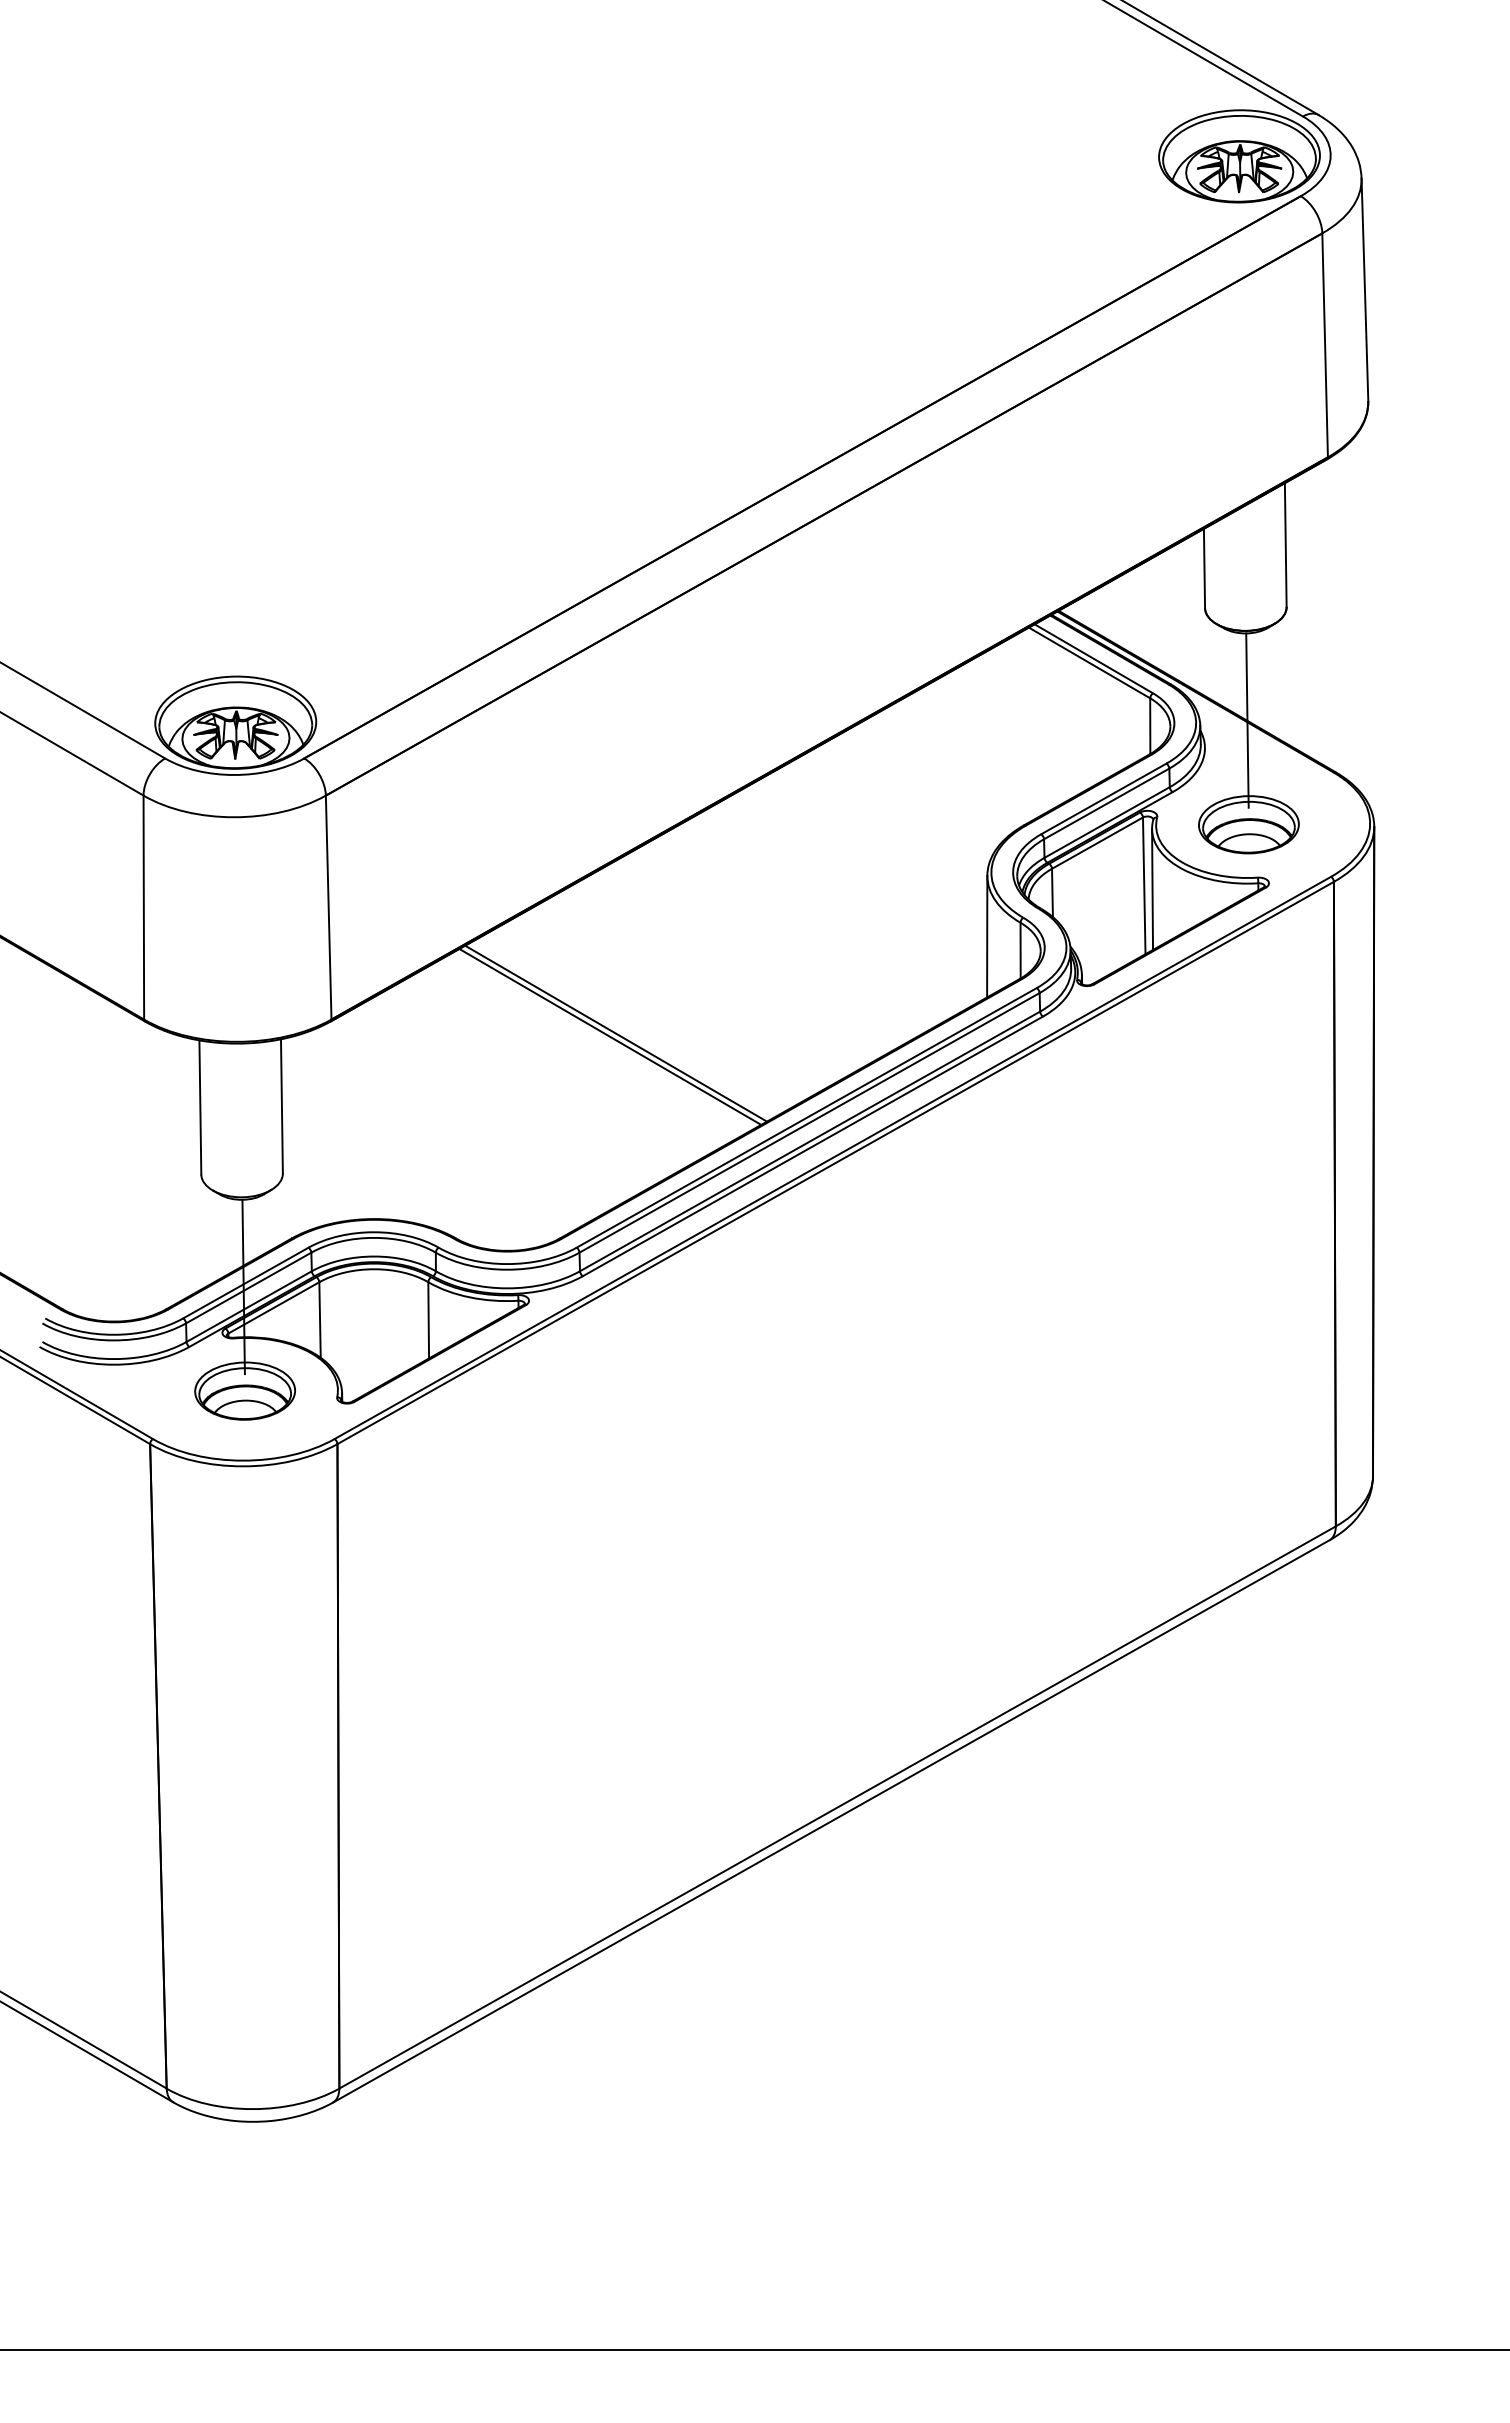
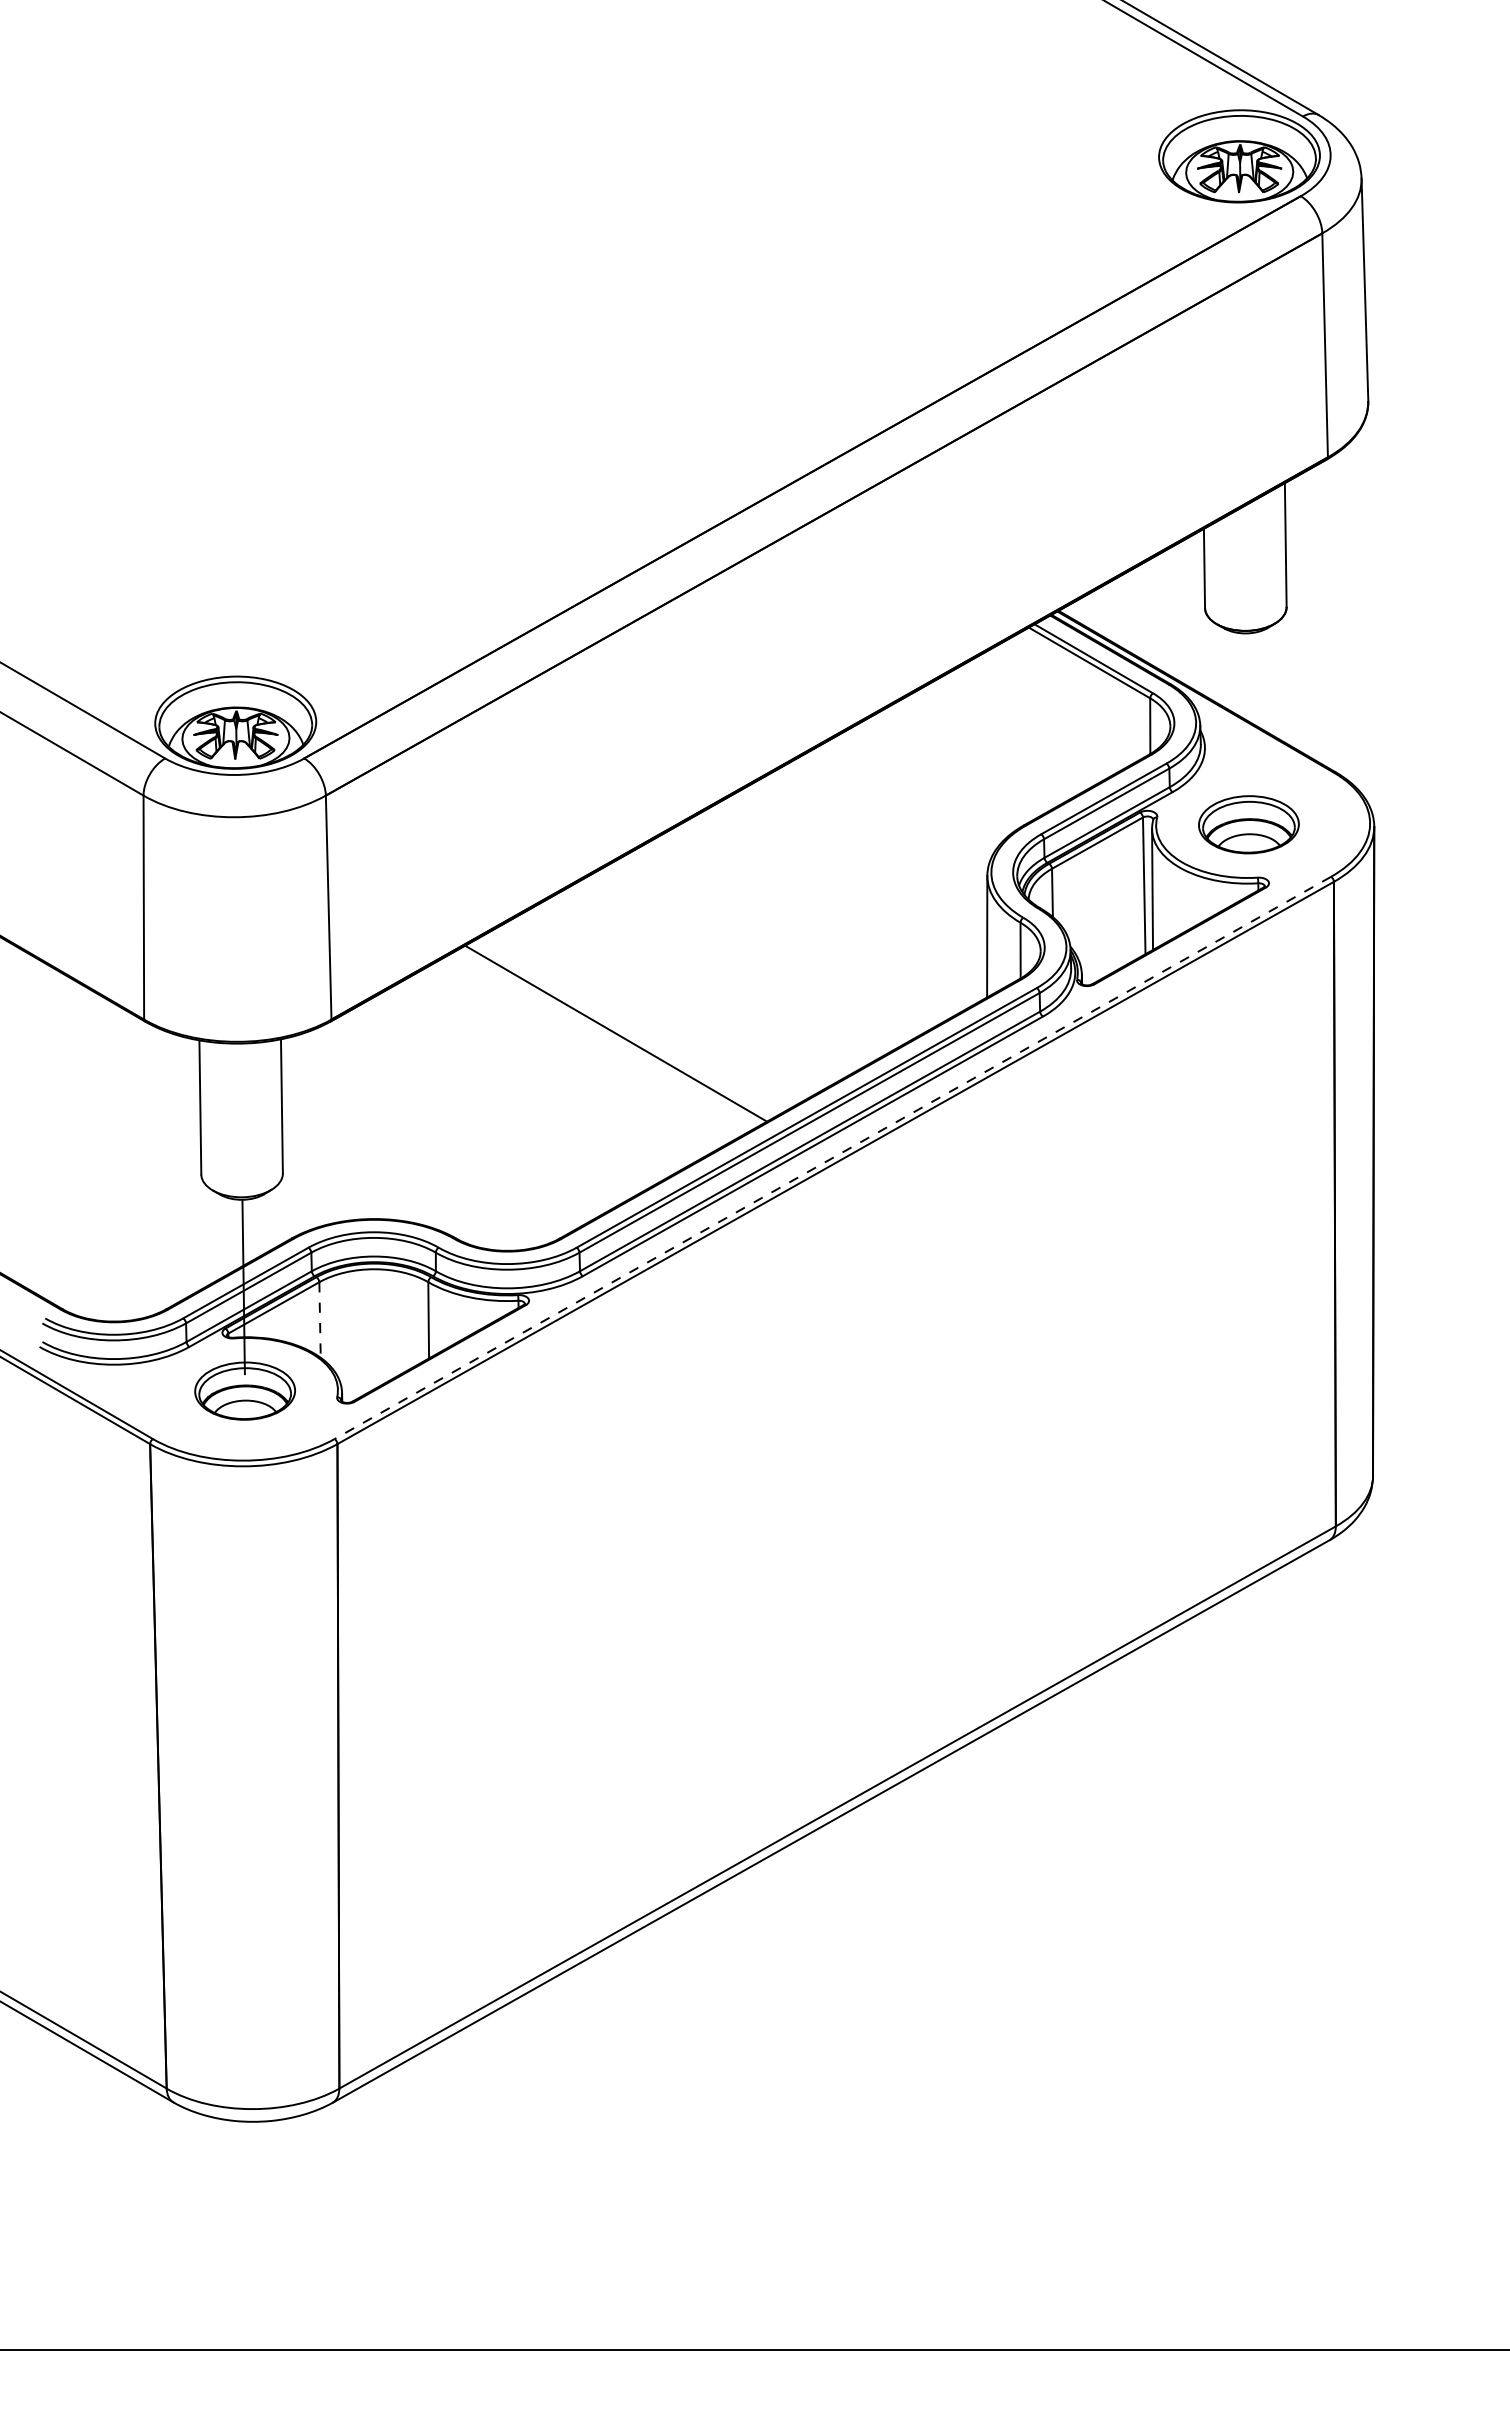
line at (1247, 720): present -> none
line at (610, 1036): present -> none
line at (832, 1158): solid -> dashed
line at (320, 1319): solid -> dashed
